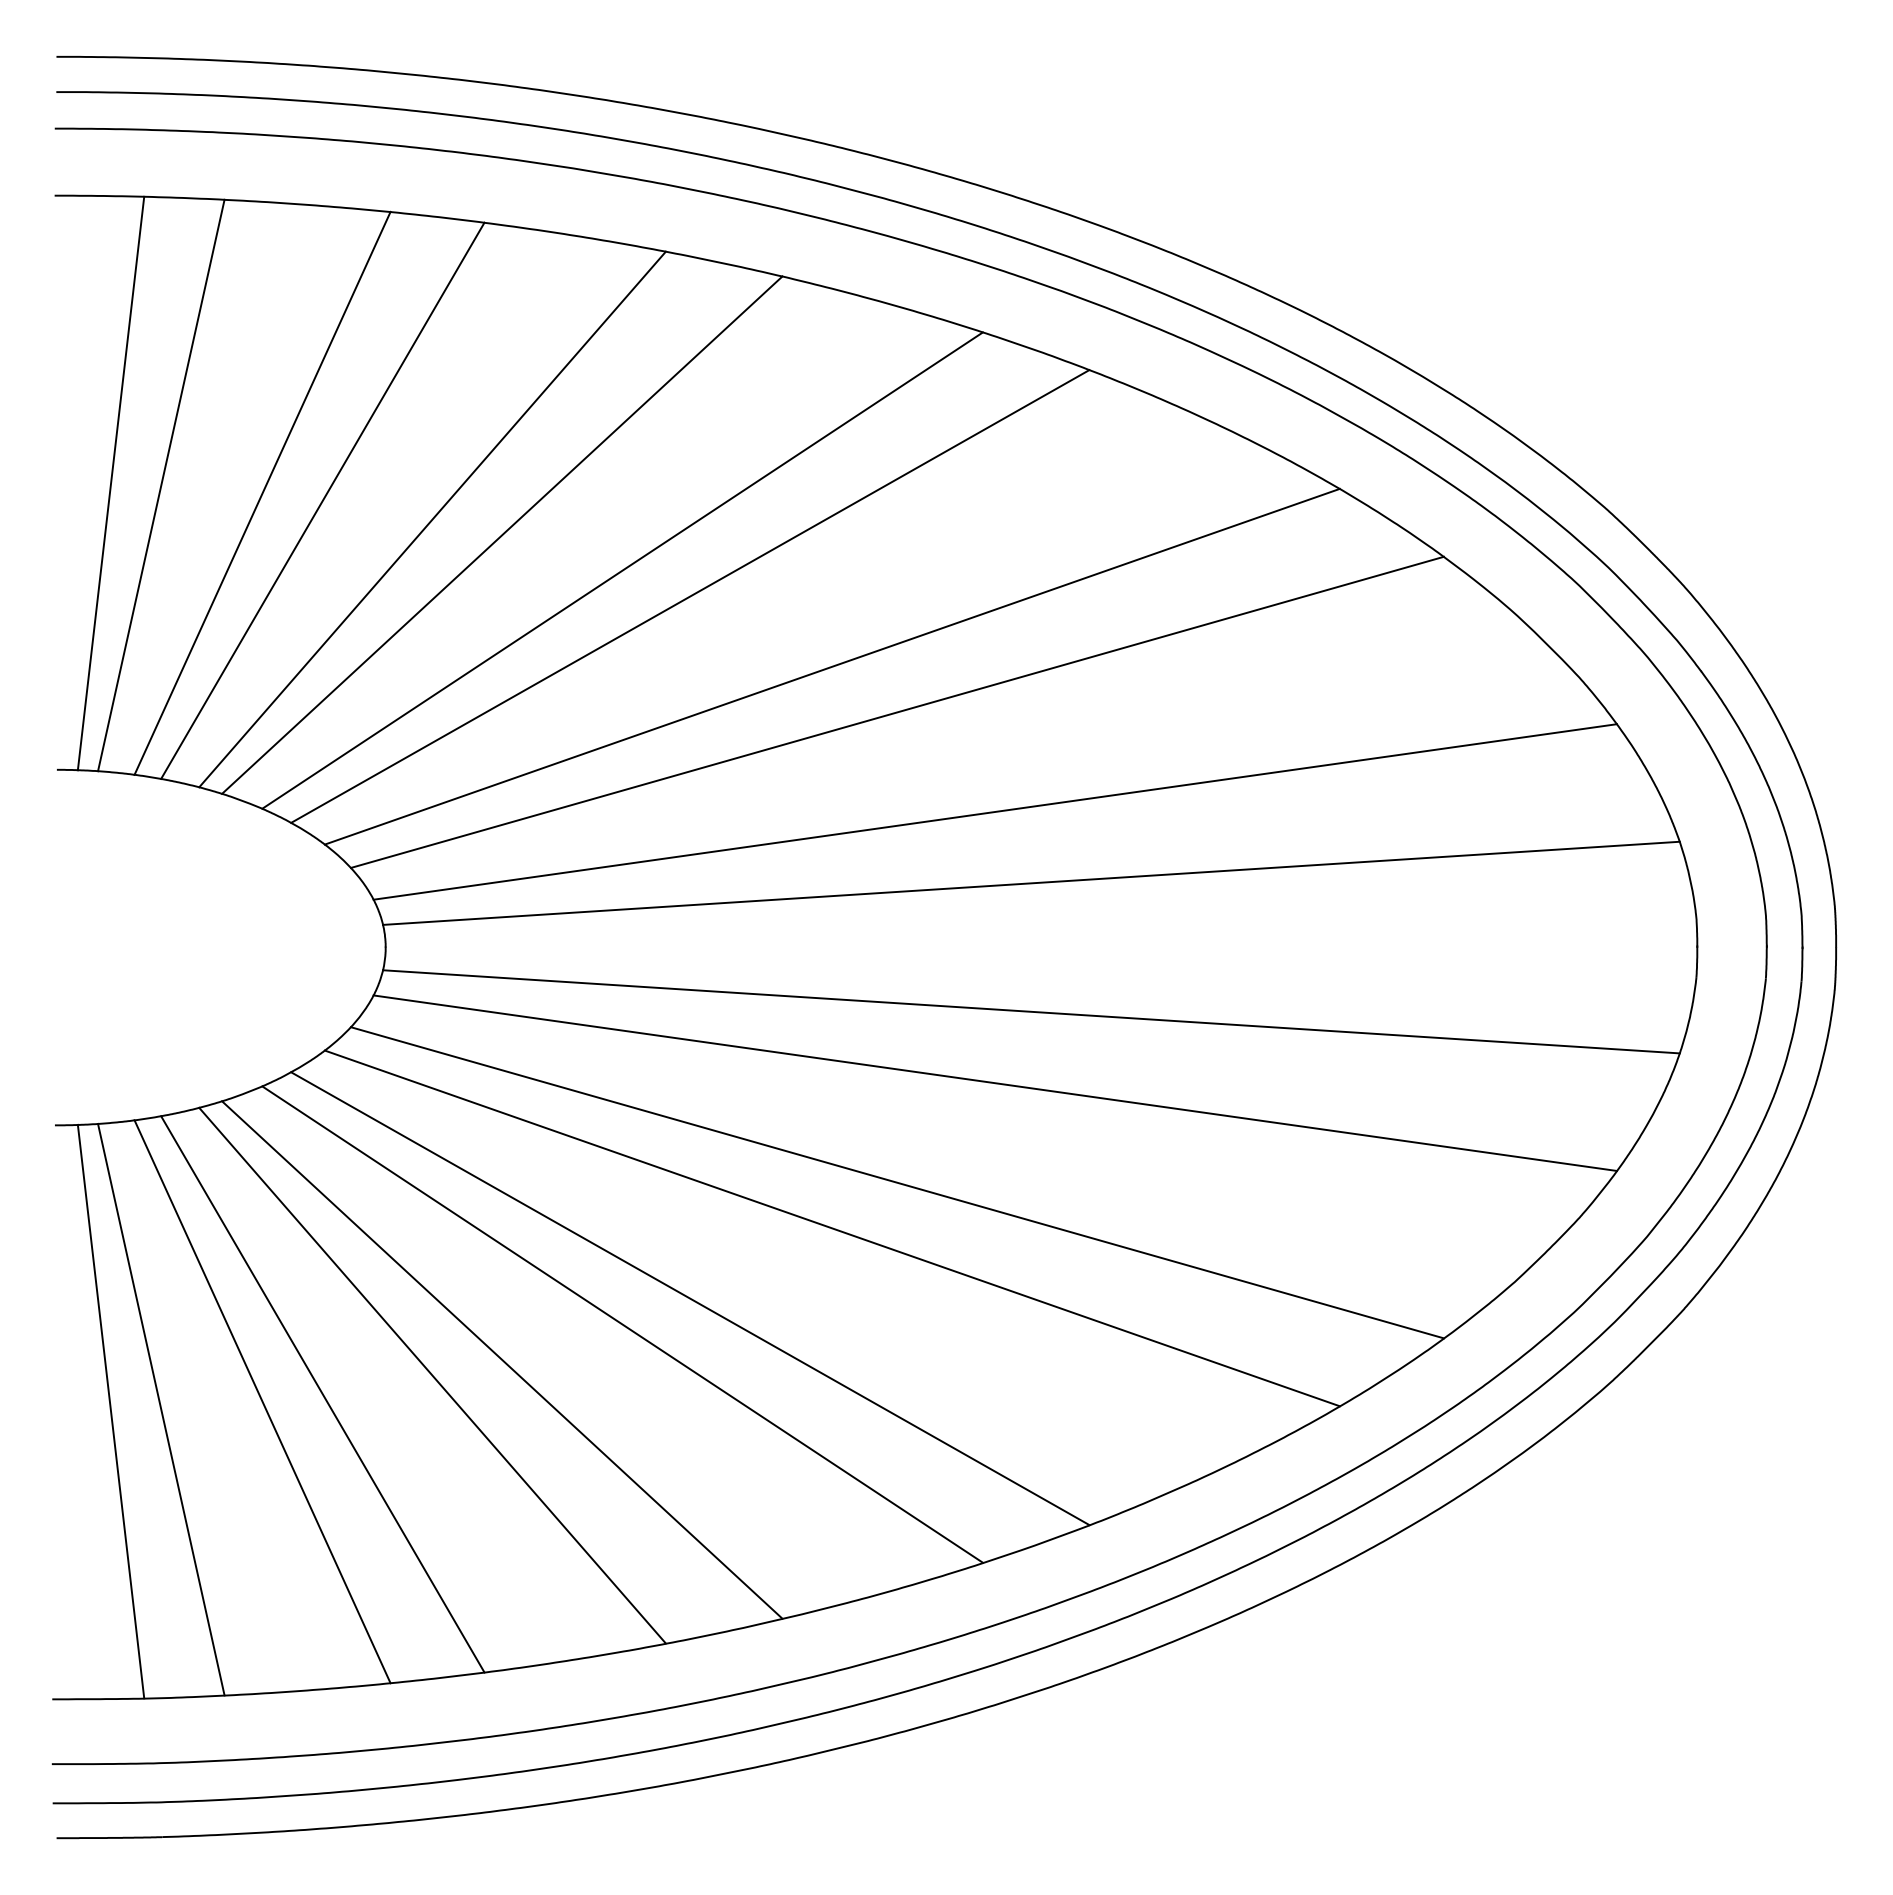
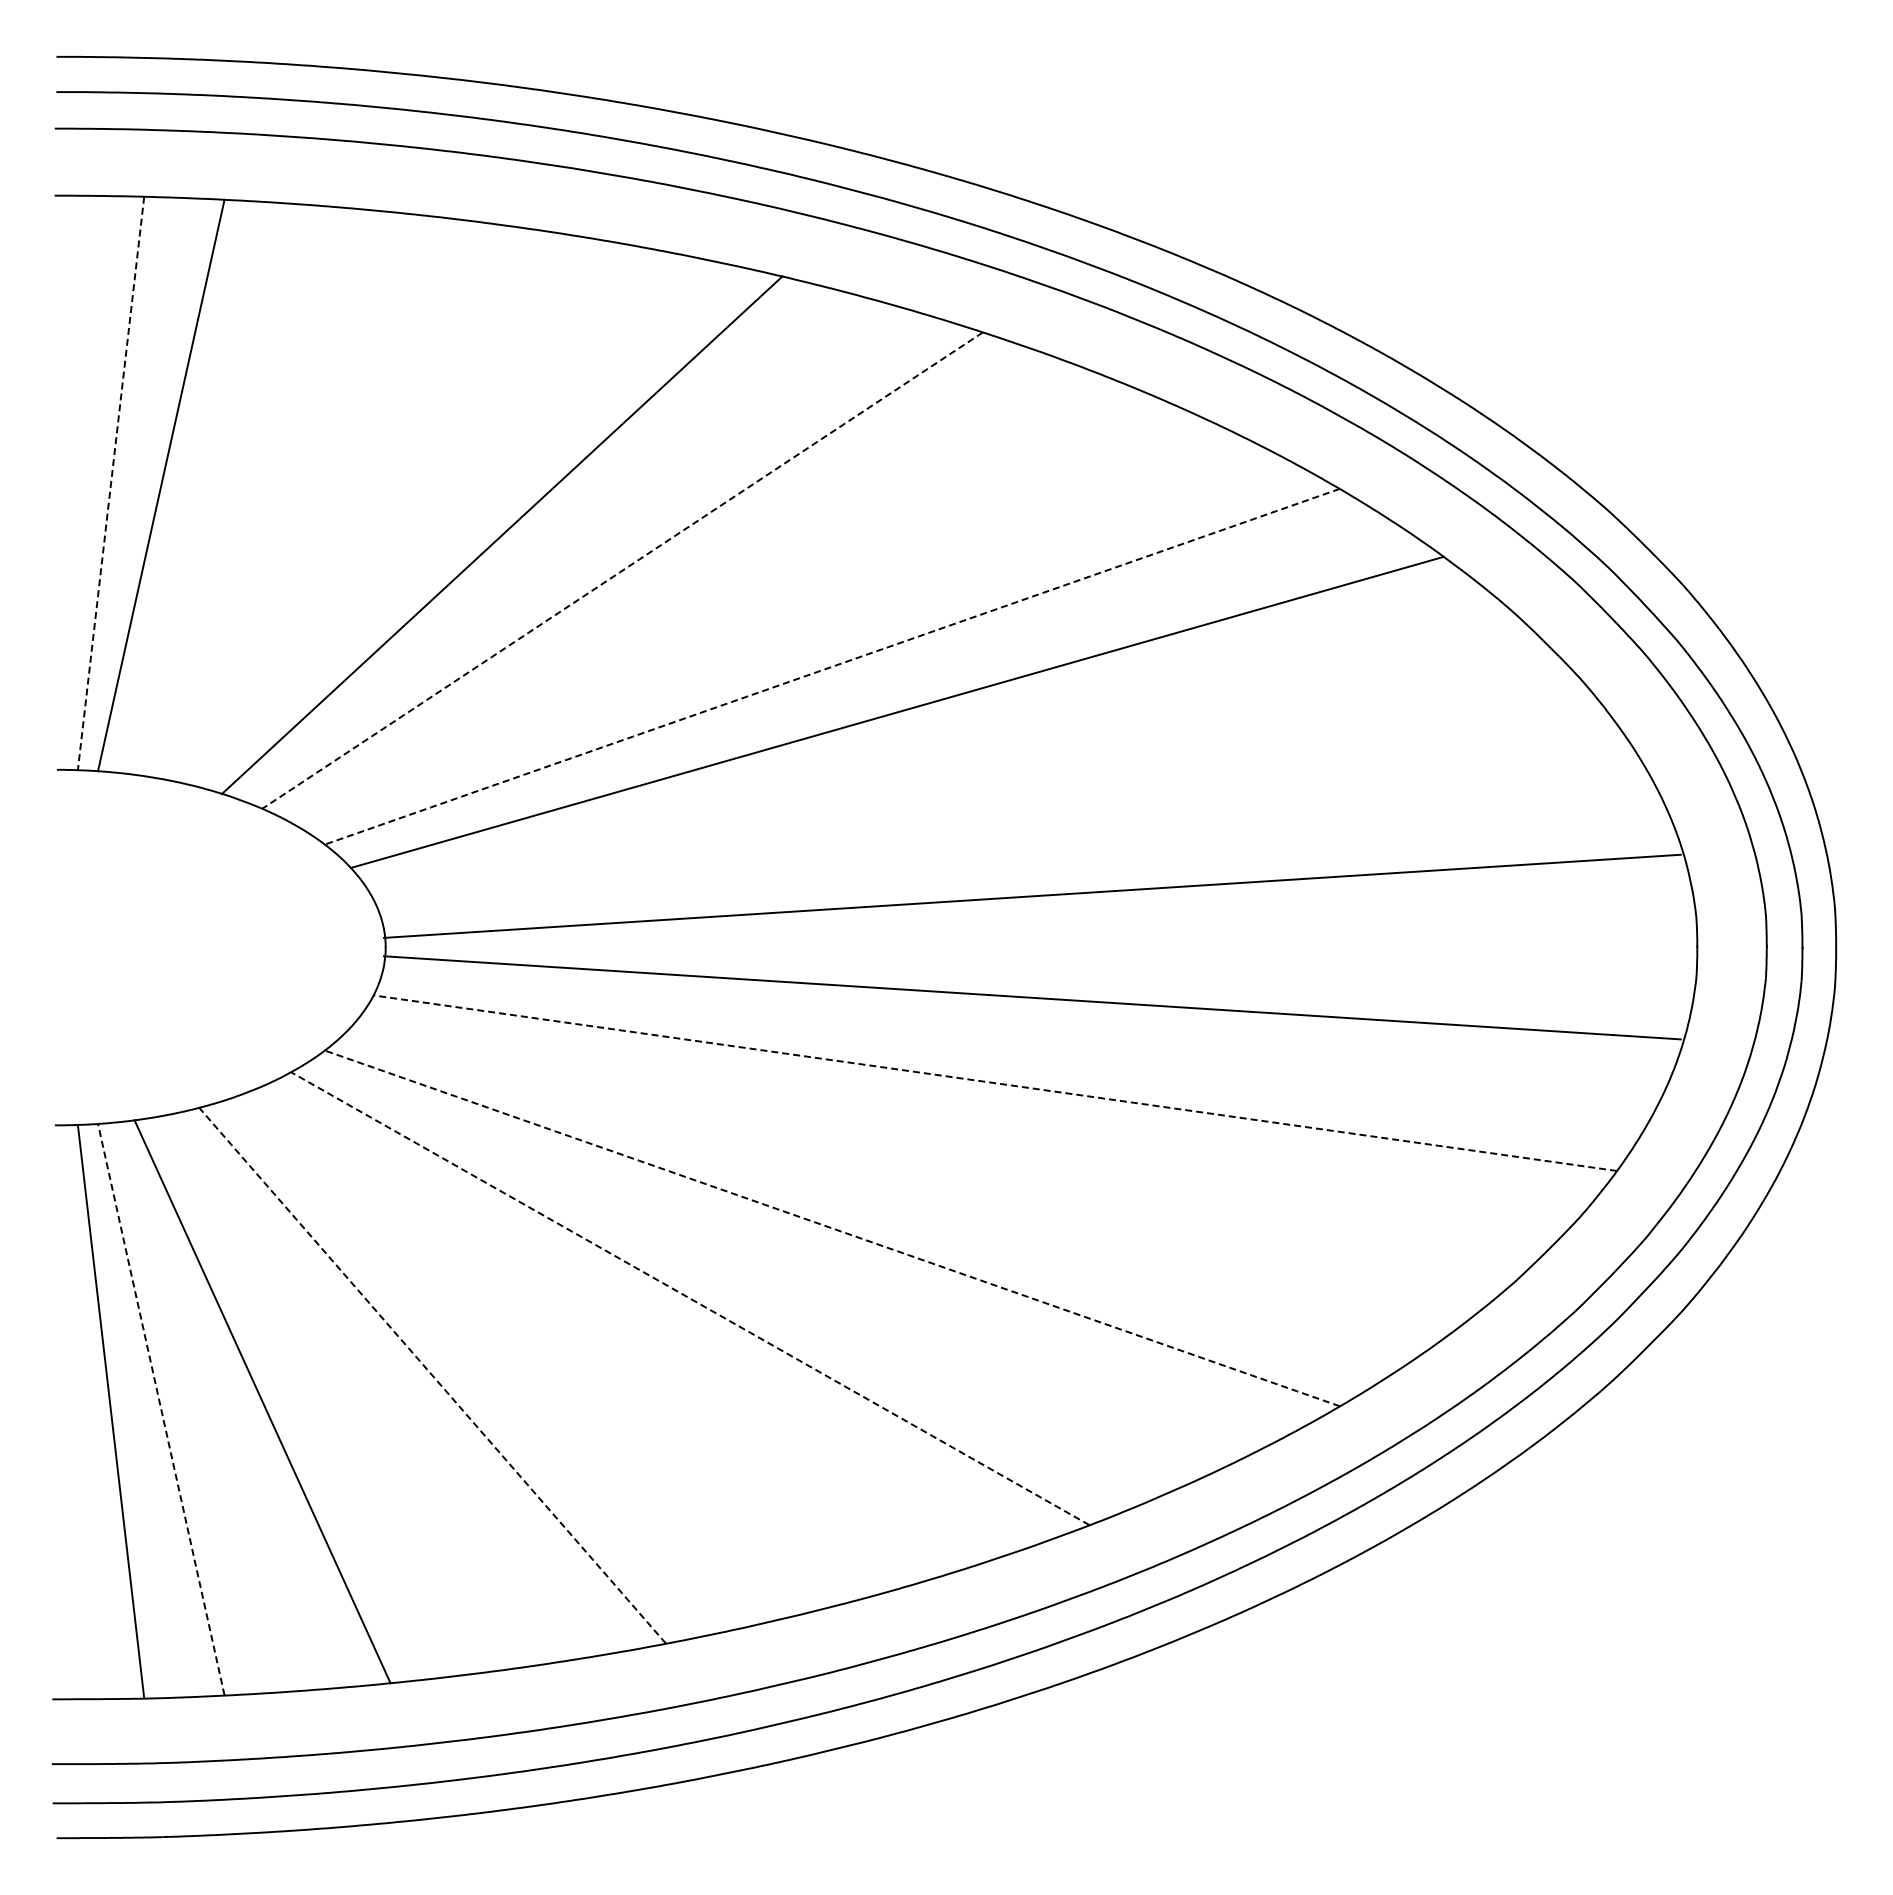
line at (111, 483): solid -> dashed
line at (262, 492): present -> none
line at (322, 500): present -> none
line at (432, 519): present -> none
line at (622, 570): solid -> dashed
line at (690, 596): present -> none
line at (832, 666): solid -> dashed
line at (994, 811): present -> none
line at (1031, 882) position: (1031, 882) -> (1032, 895)
line at (1031, 1011) position: (1031, 1011) -> (1032, 997)
line at (995, 1083): solid -> dashed
line at (896, 1182): present -> none
line at (832, 1228): solid -> dashed
line at (690, 1298): solid -> dashed
line at (622, 1324): present -> none
line at (502, 1359): present -> none
line at (432, 1375): solid -> dashed
line at (322, 1394): present -> none
line at (161, 1409): solid -> dashed
